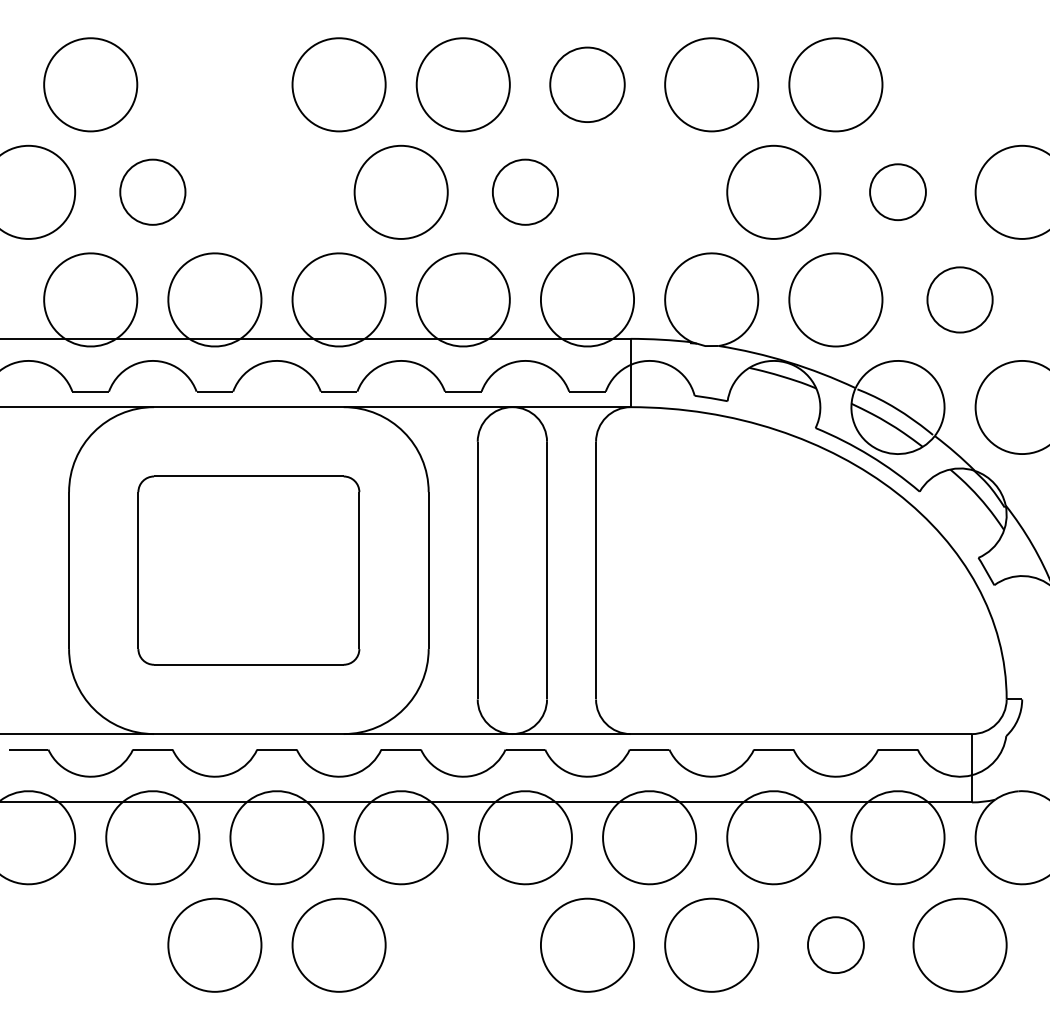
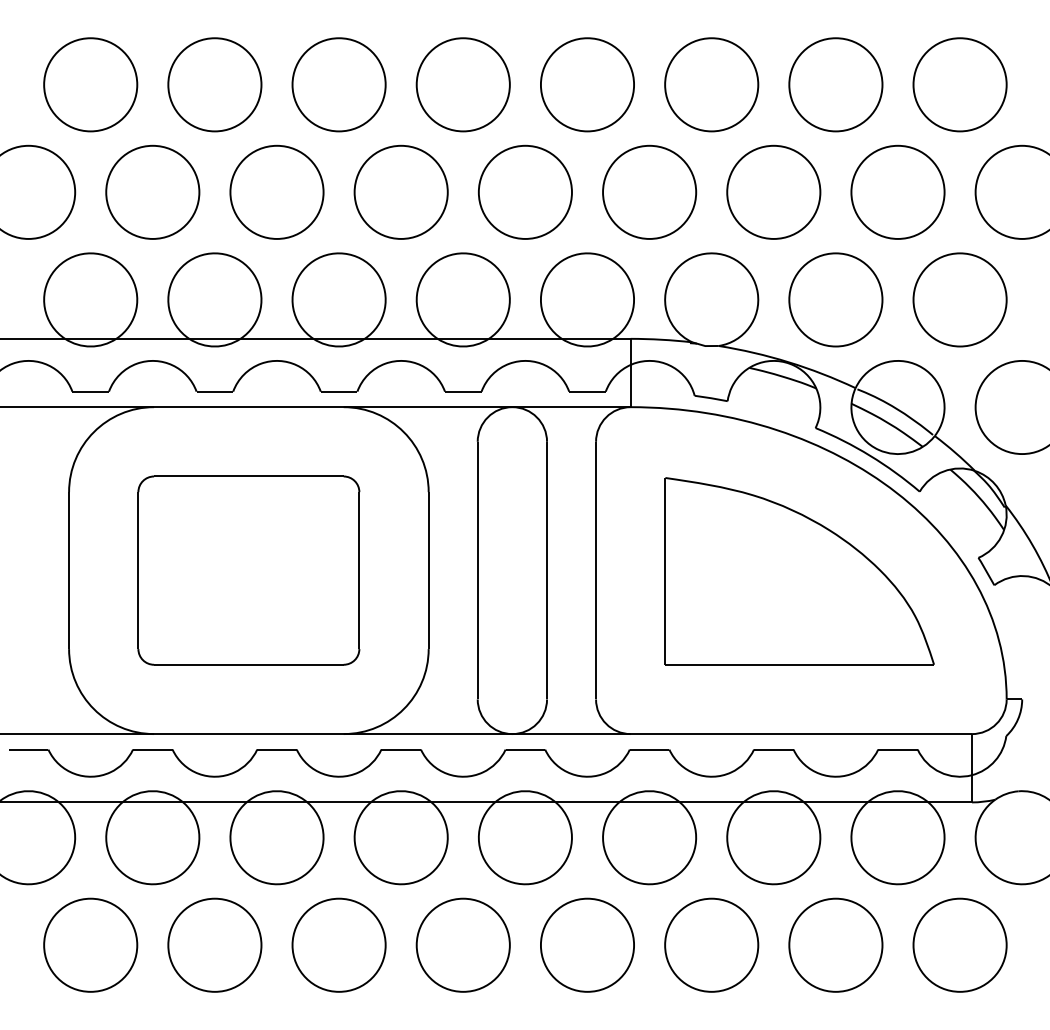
part at (214, 84): none -> present
part at (587, 84) size: 77x77 px -> 95x96 px
part at (959, 84): none -> present
part at (152, 191) size: 68x68 px -> 96x96 px
part at (276, 191): none -> present
part at (525, 191) size: 67x68 px -> 95x96 px
part at (649, 191): none -> present
part at (897, 191) size: 58x58 px -> 96x96 px
part at (959, 299) size: 68x68 px -> 96x96 px
part at (799, 571): none -> present
part at (90, 944): none -> present
part at (462, 944): none -> present
part at (835, 944) size: 58x58 px -> 96x96 px
